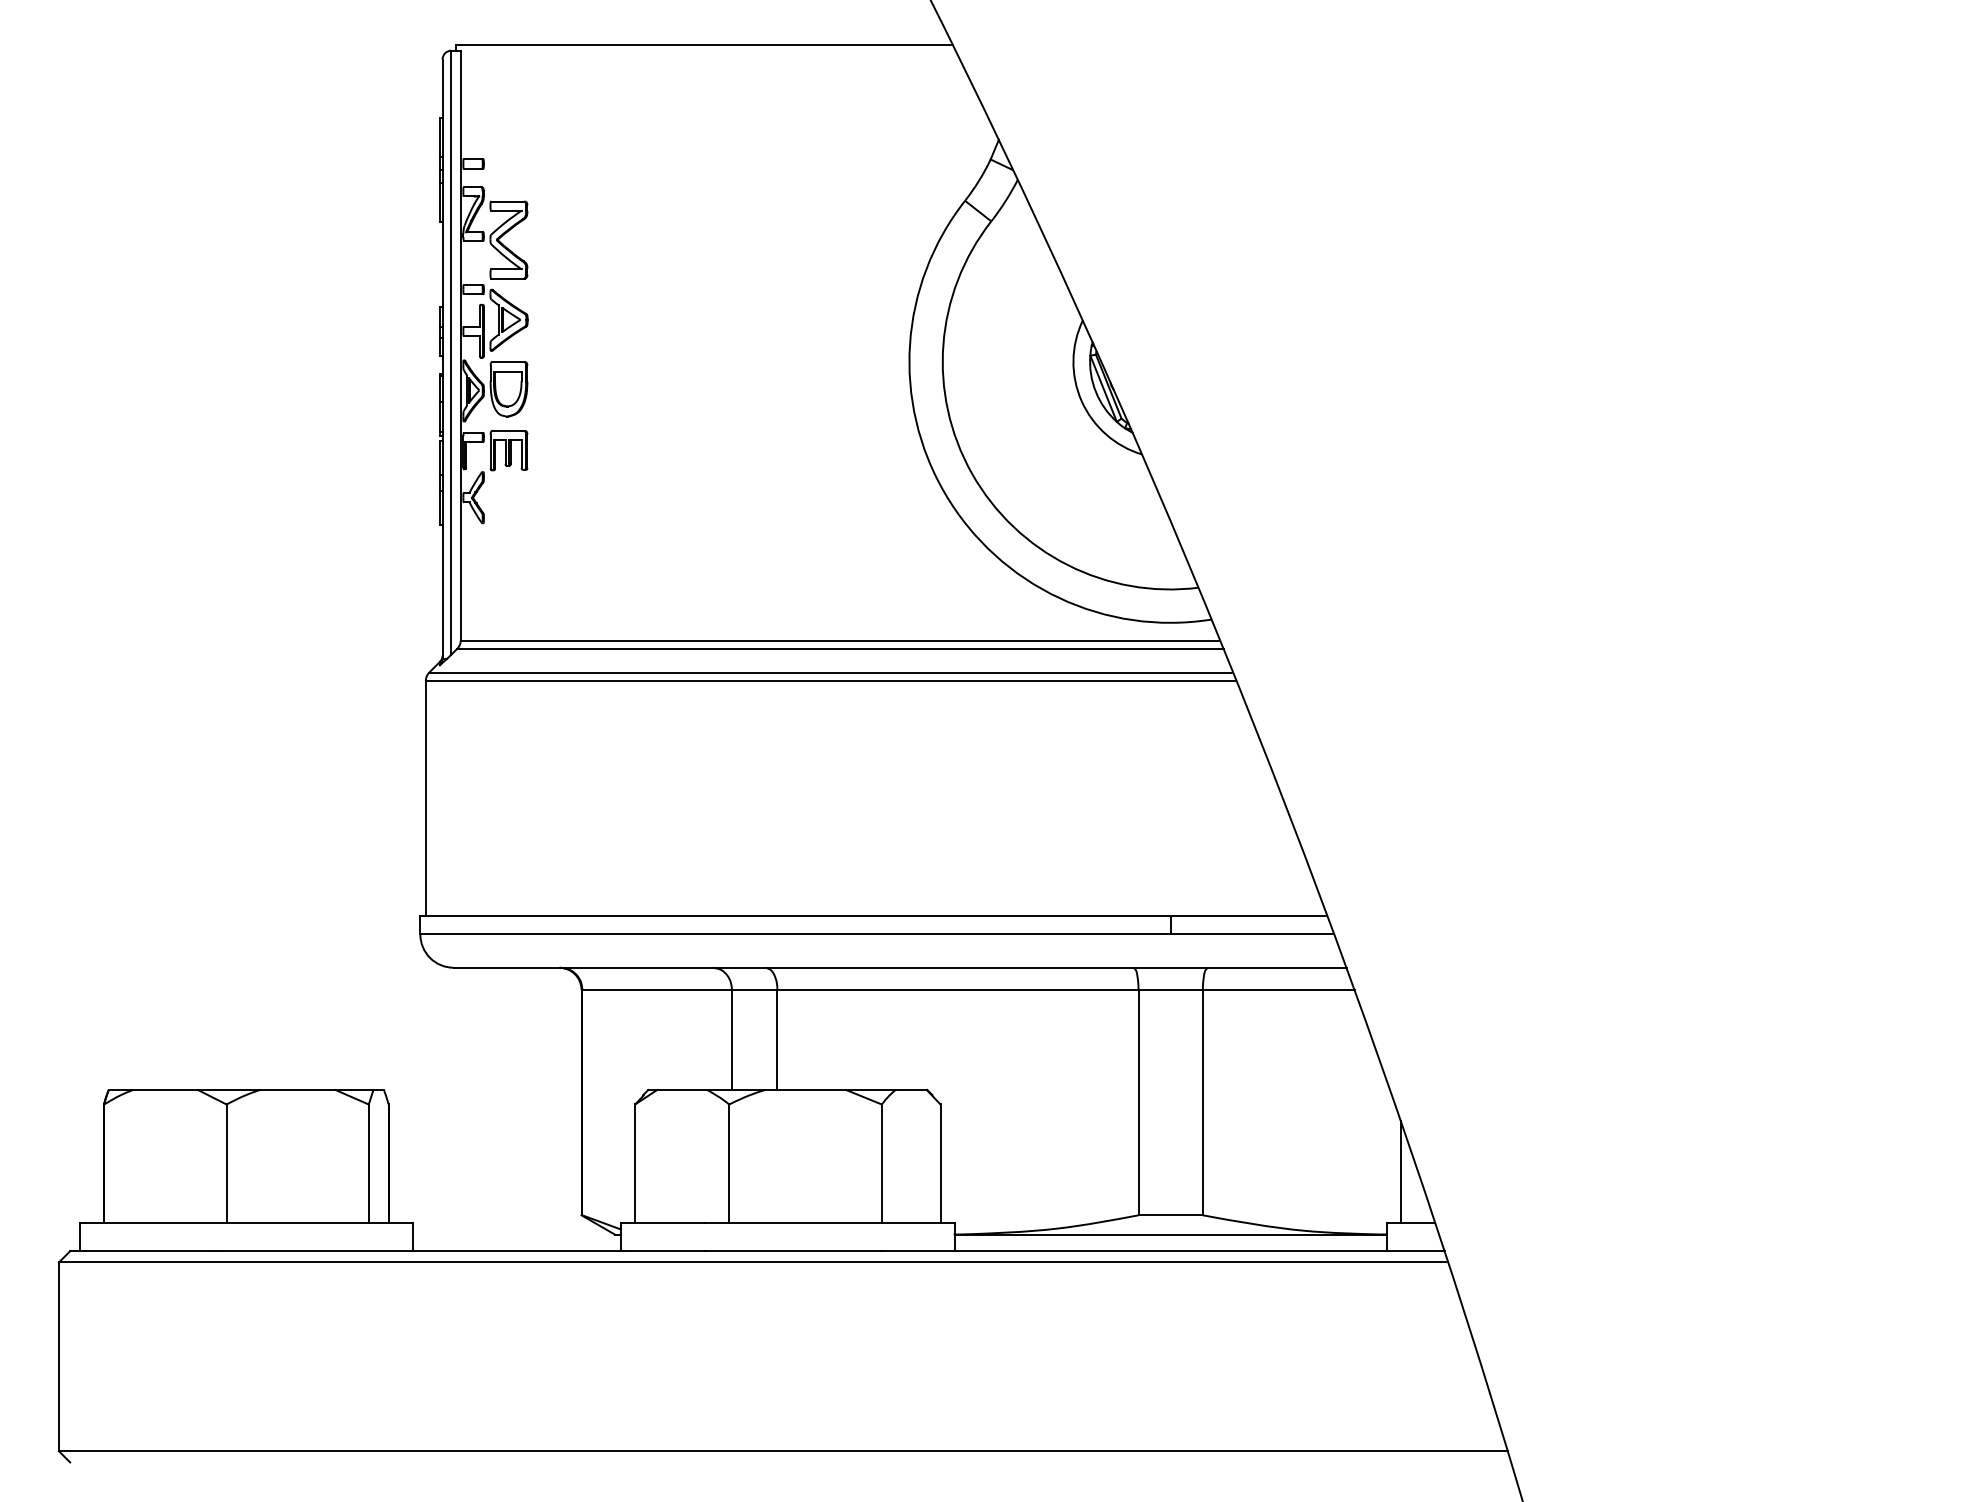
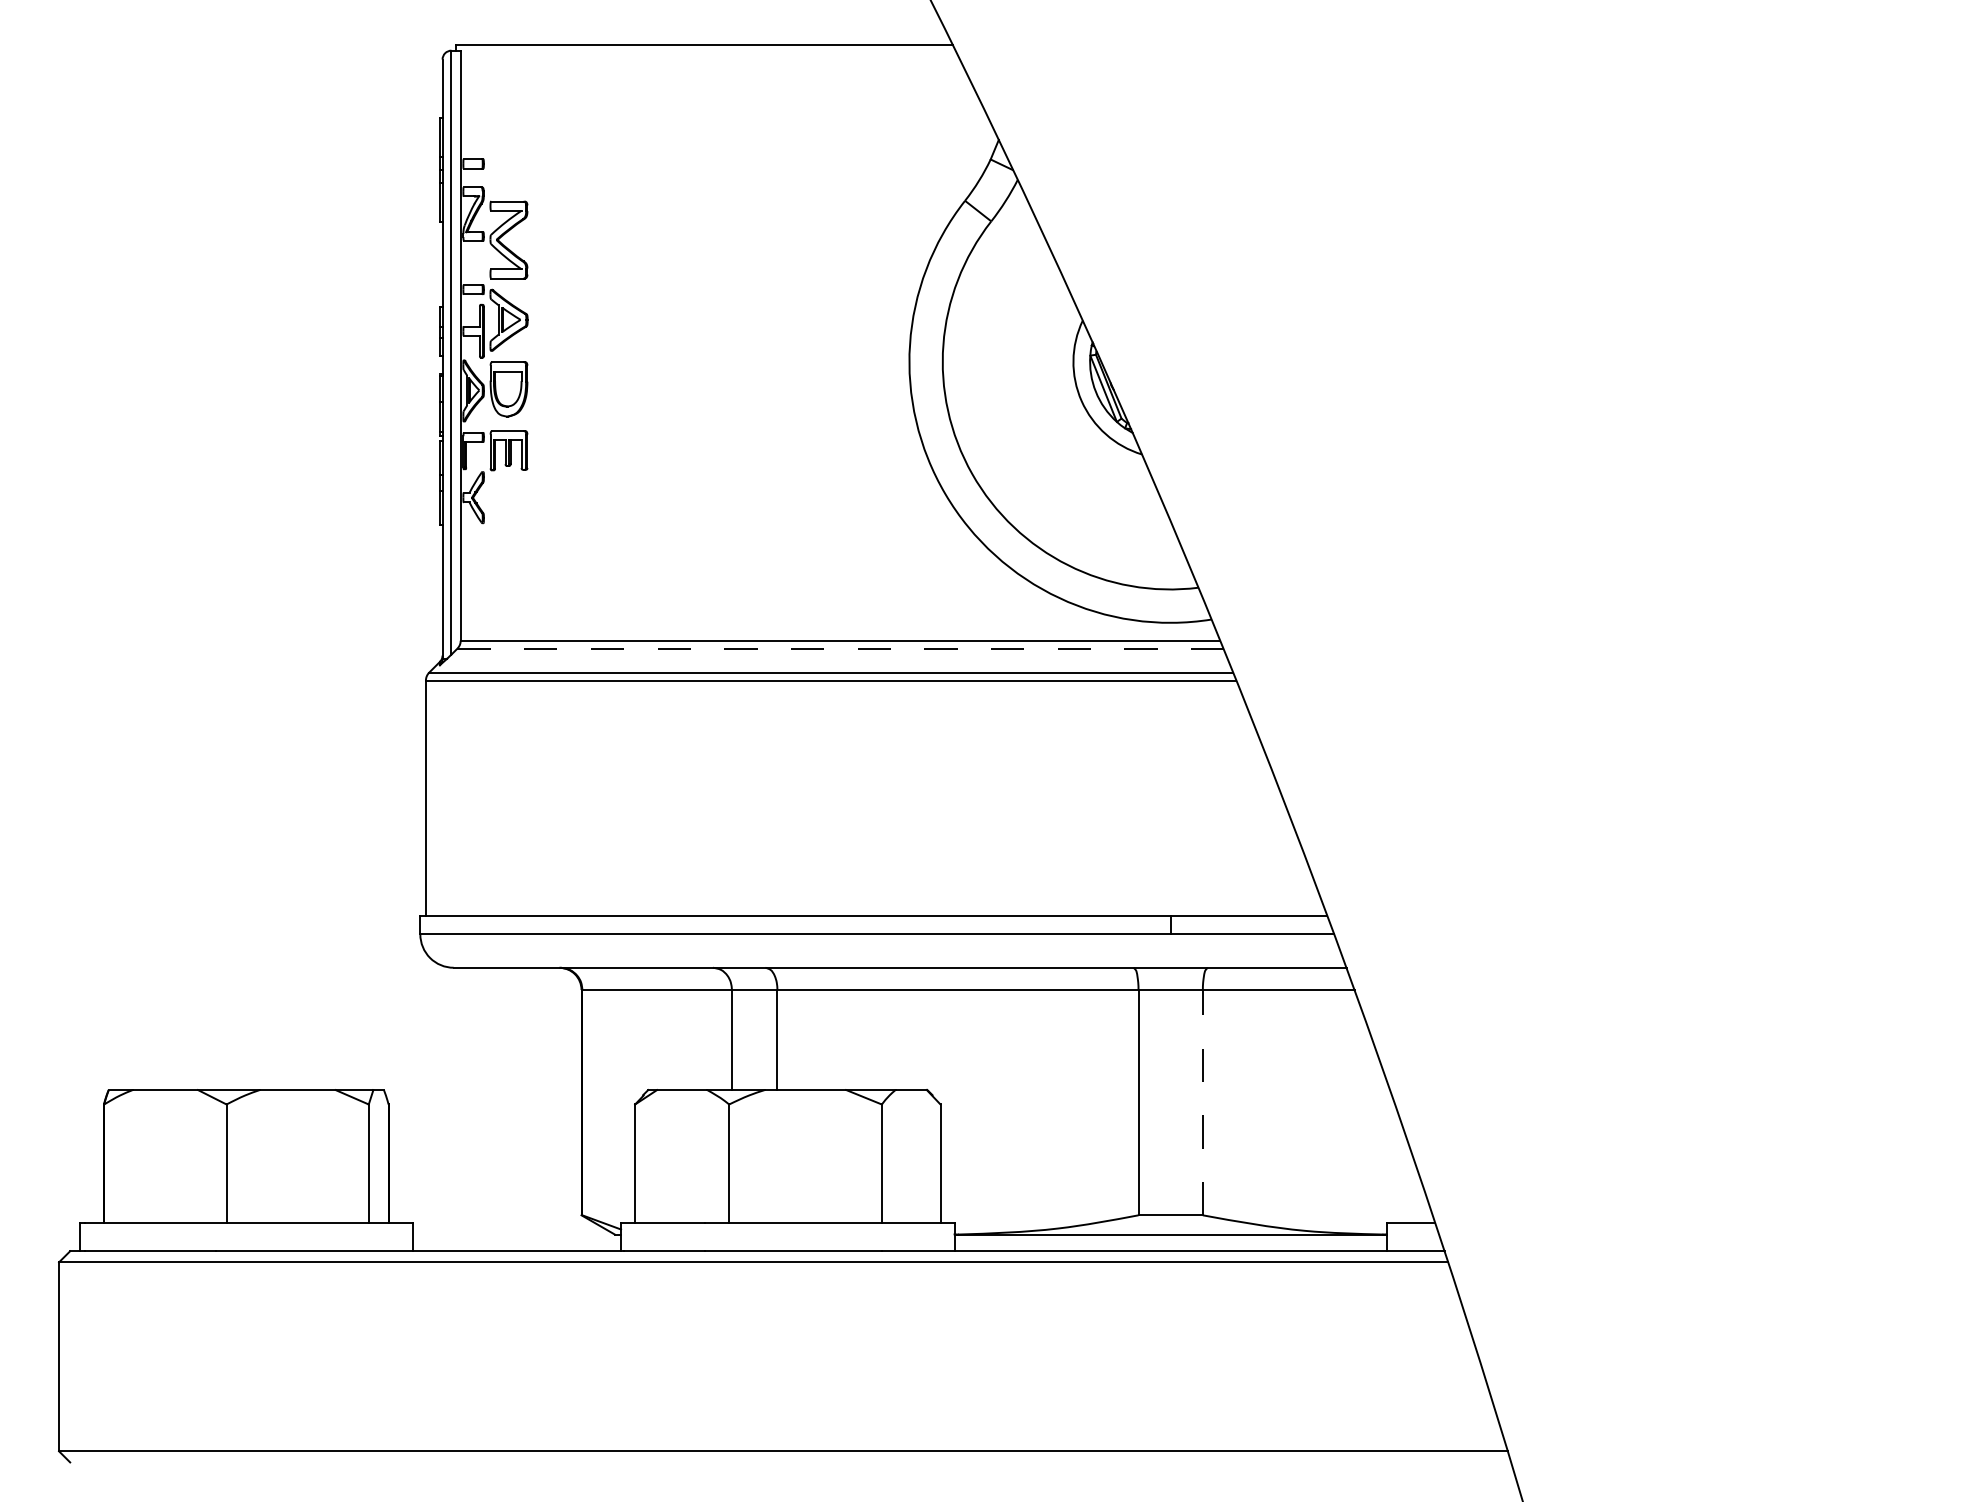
line at (840, 648): solid -> dashed
line at (1202, 1102): solid -> dashed
line at (1400, 1172): present -> none
